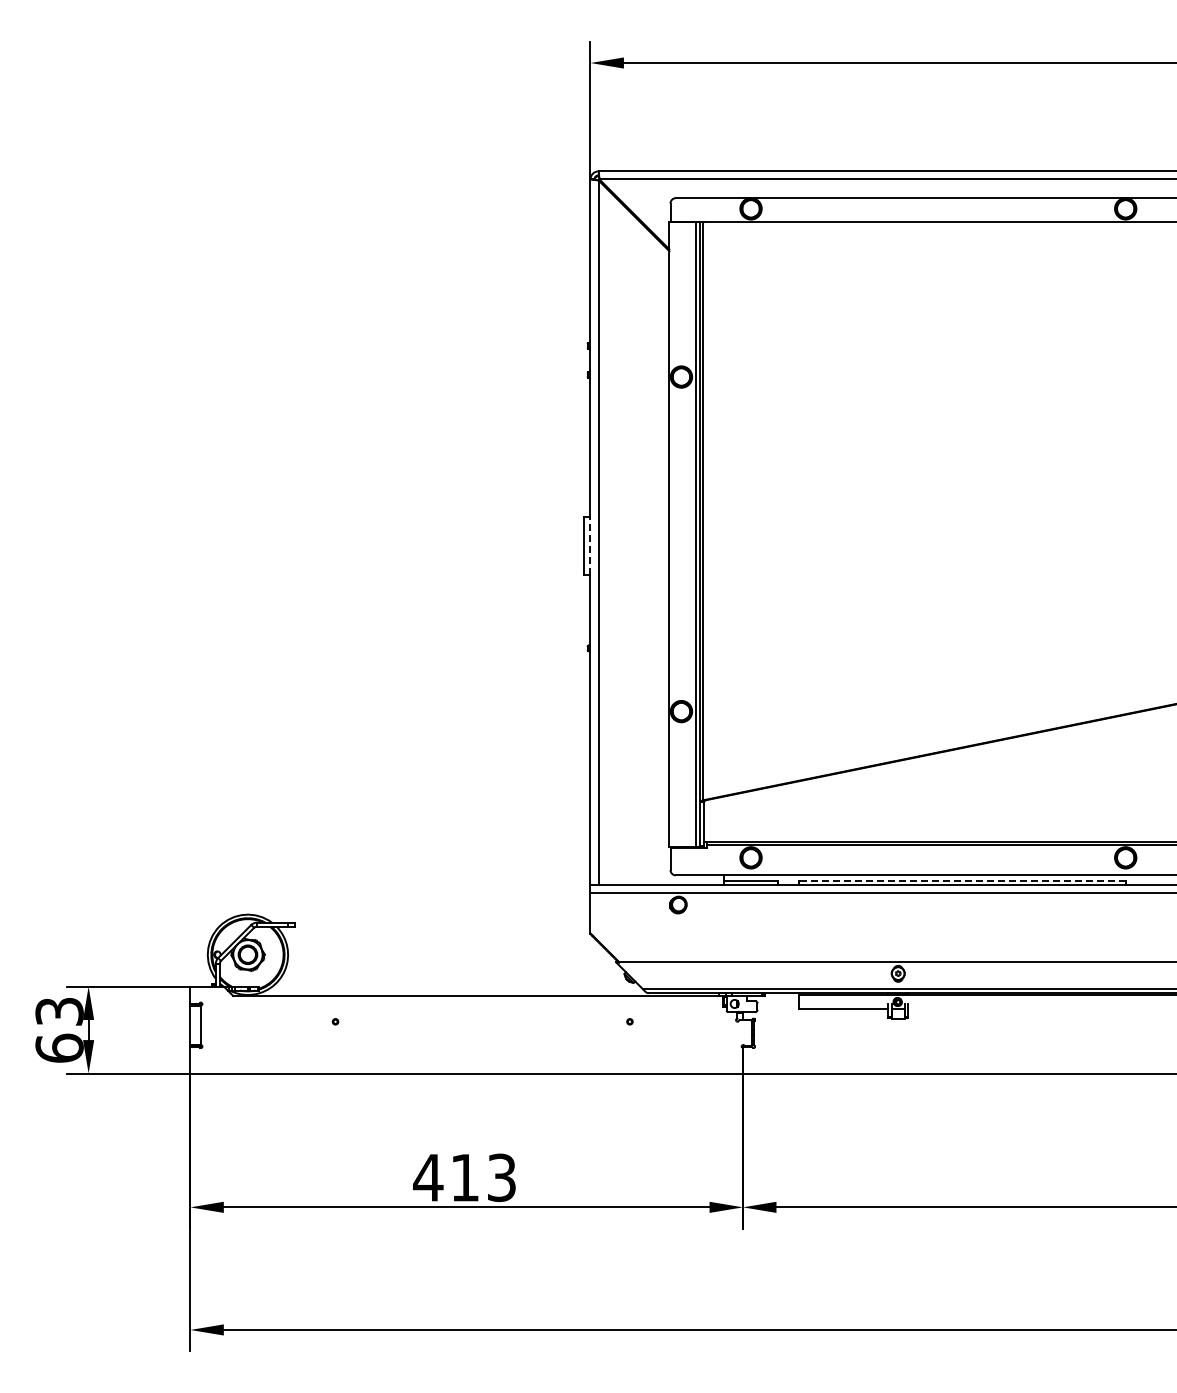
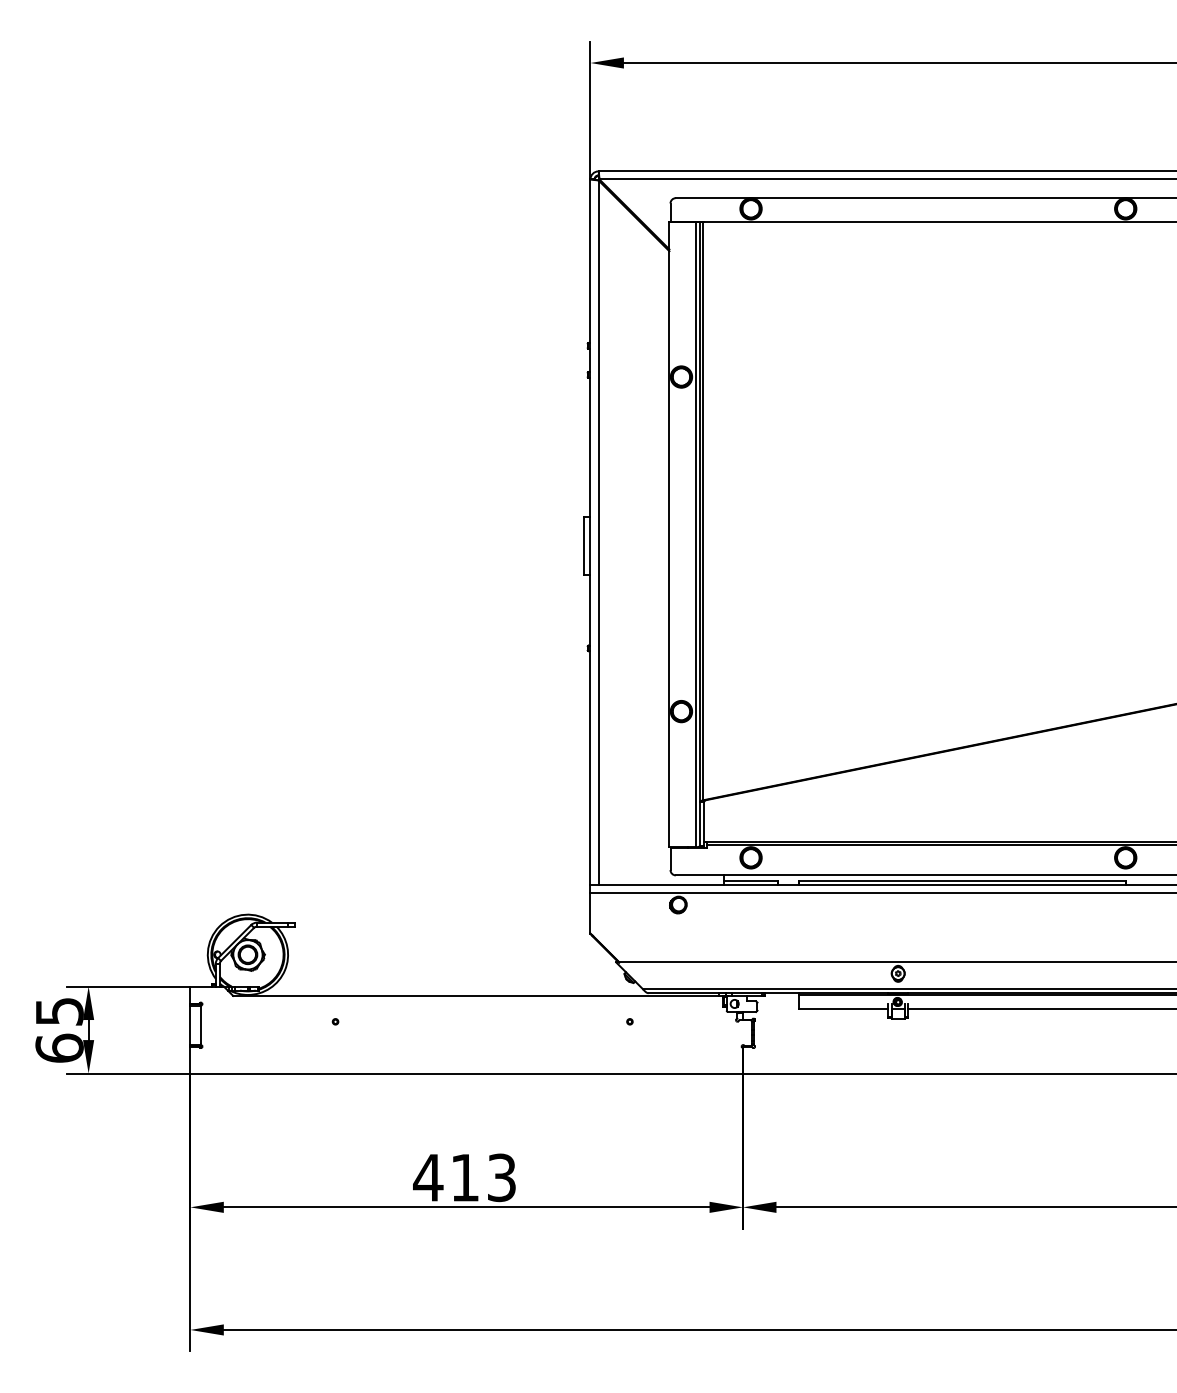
line at (590, 545): dashed -> solid
line at (961, 880): dashed -> solid
line at (1040, 1008): none -> present
text at (59, 1011): 63 -> 65
